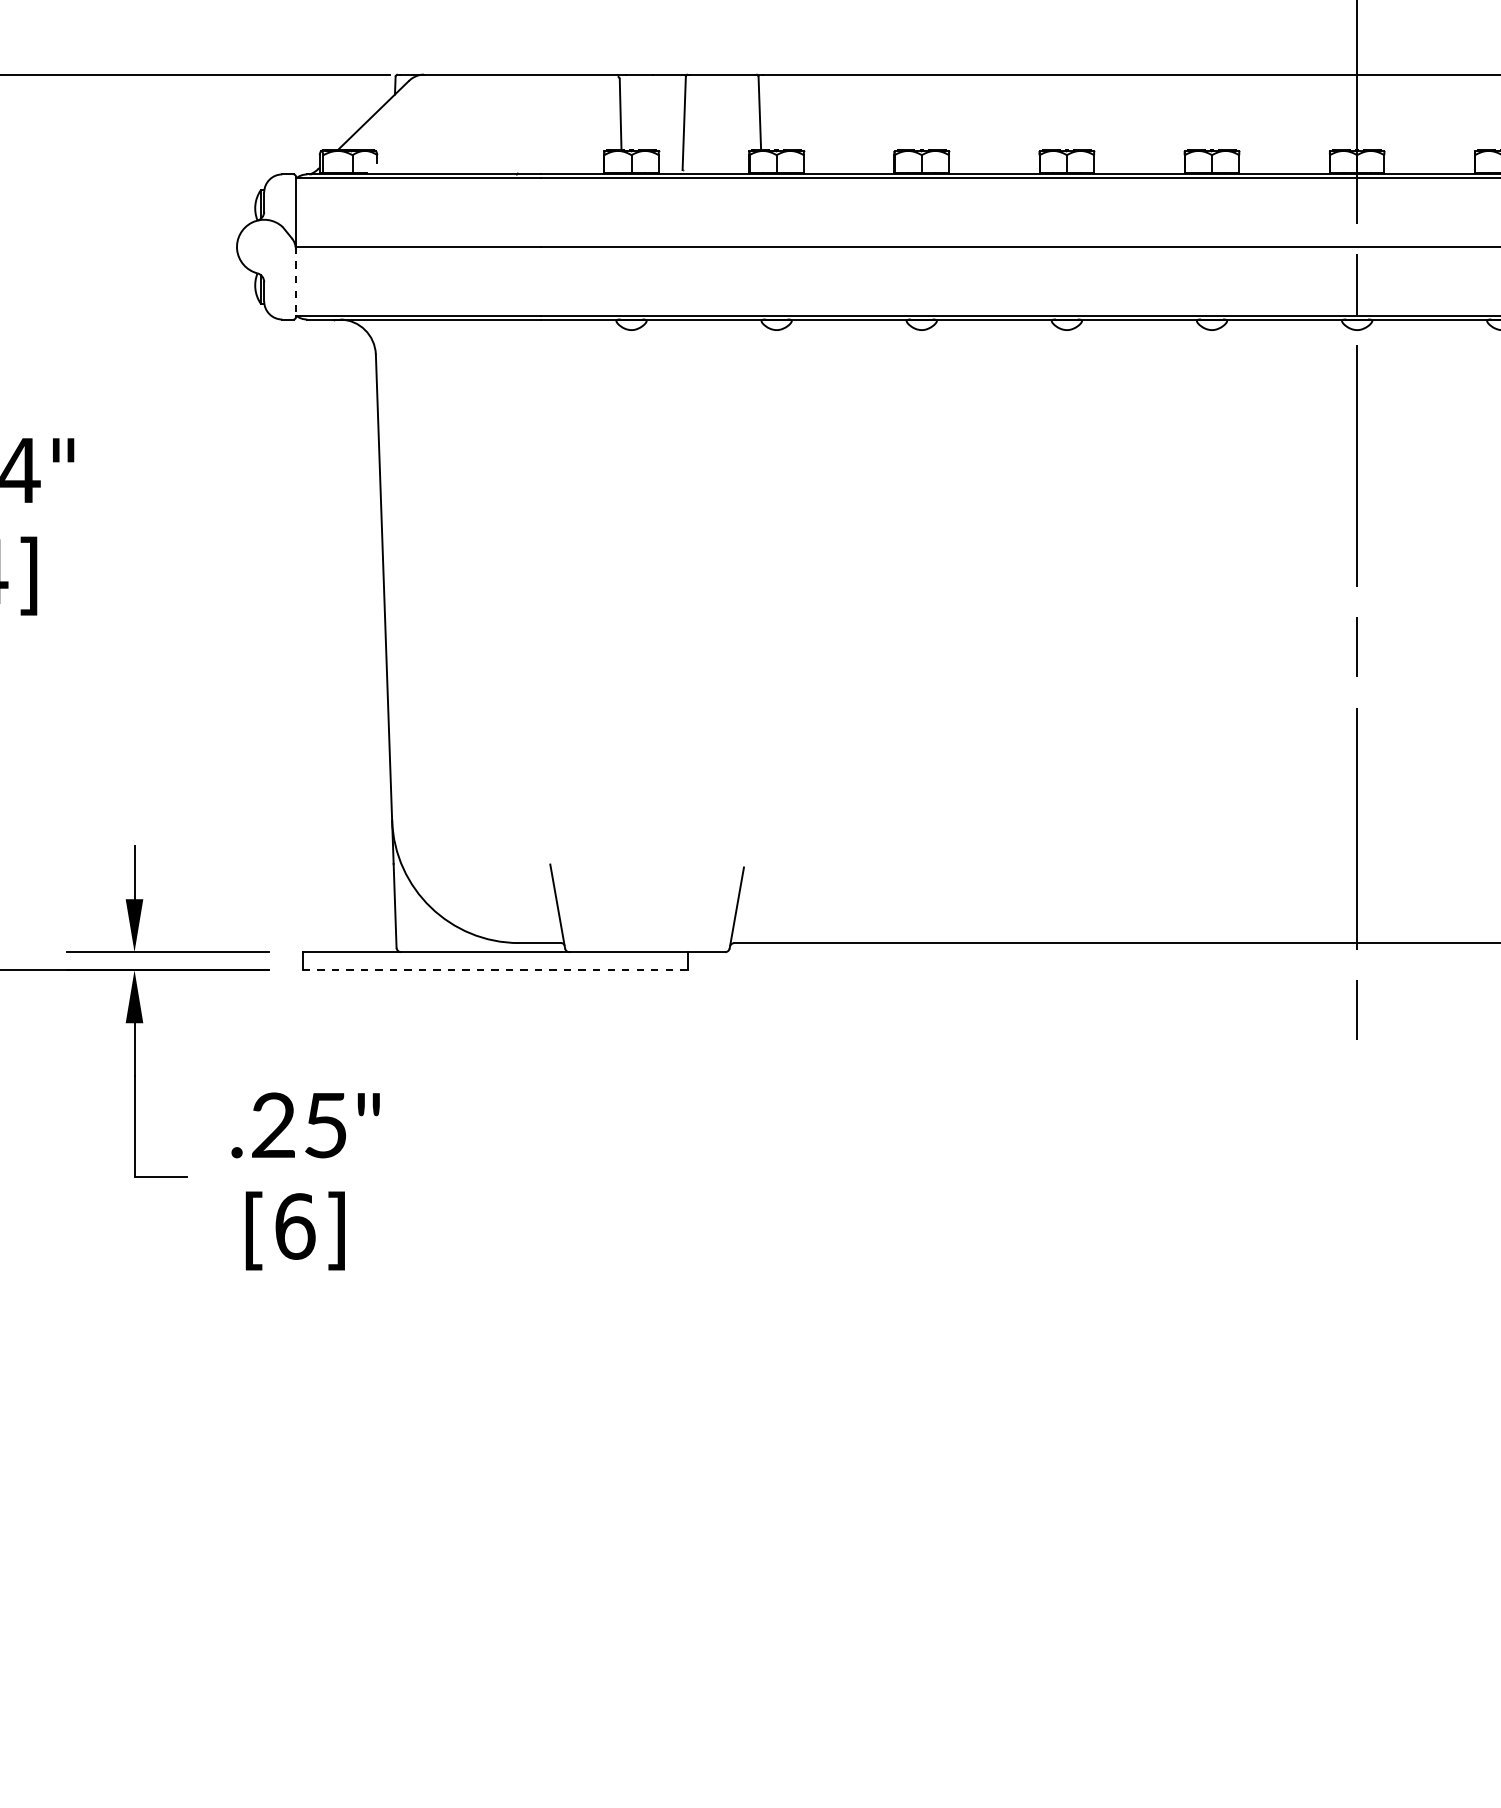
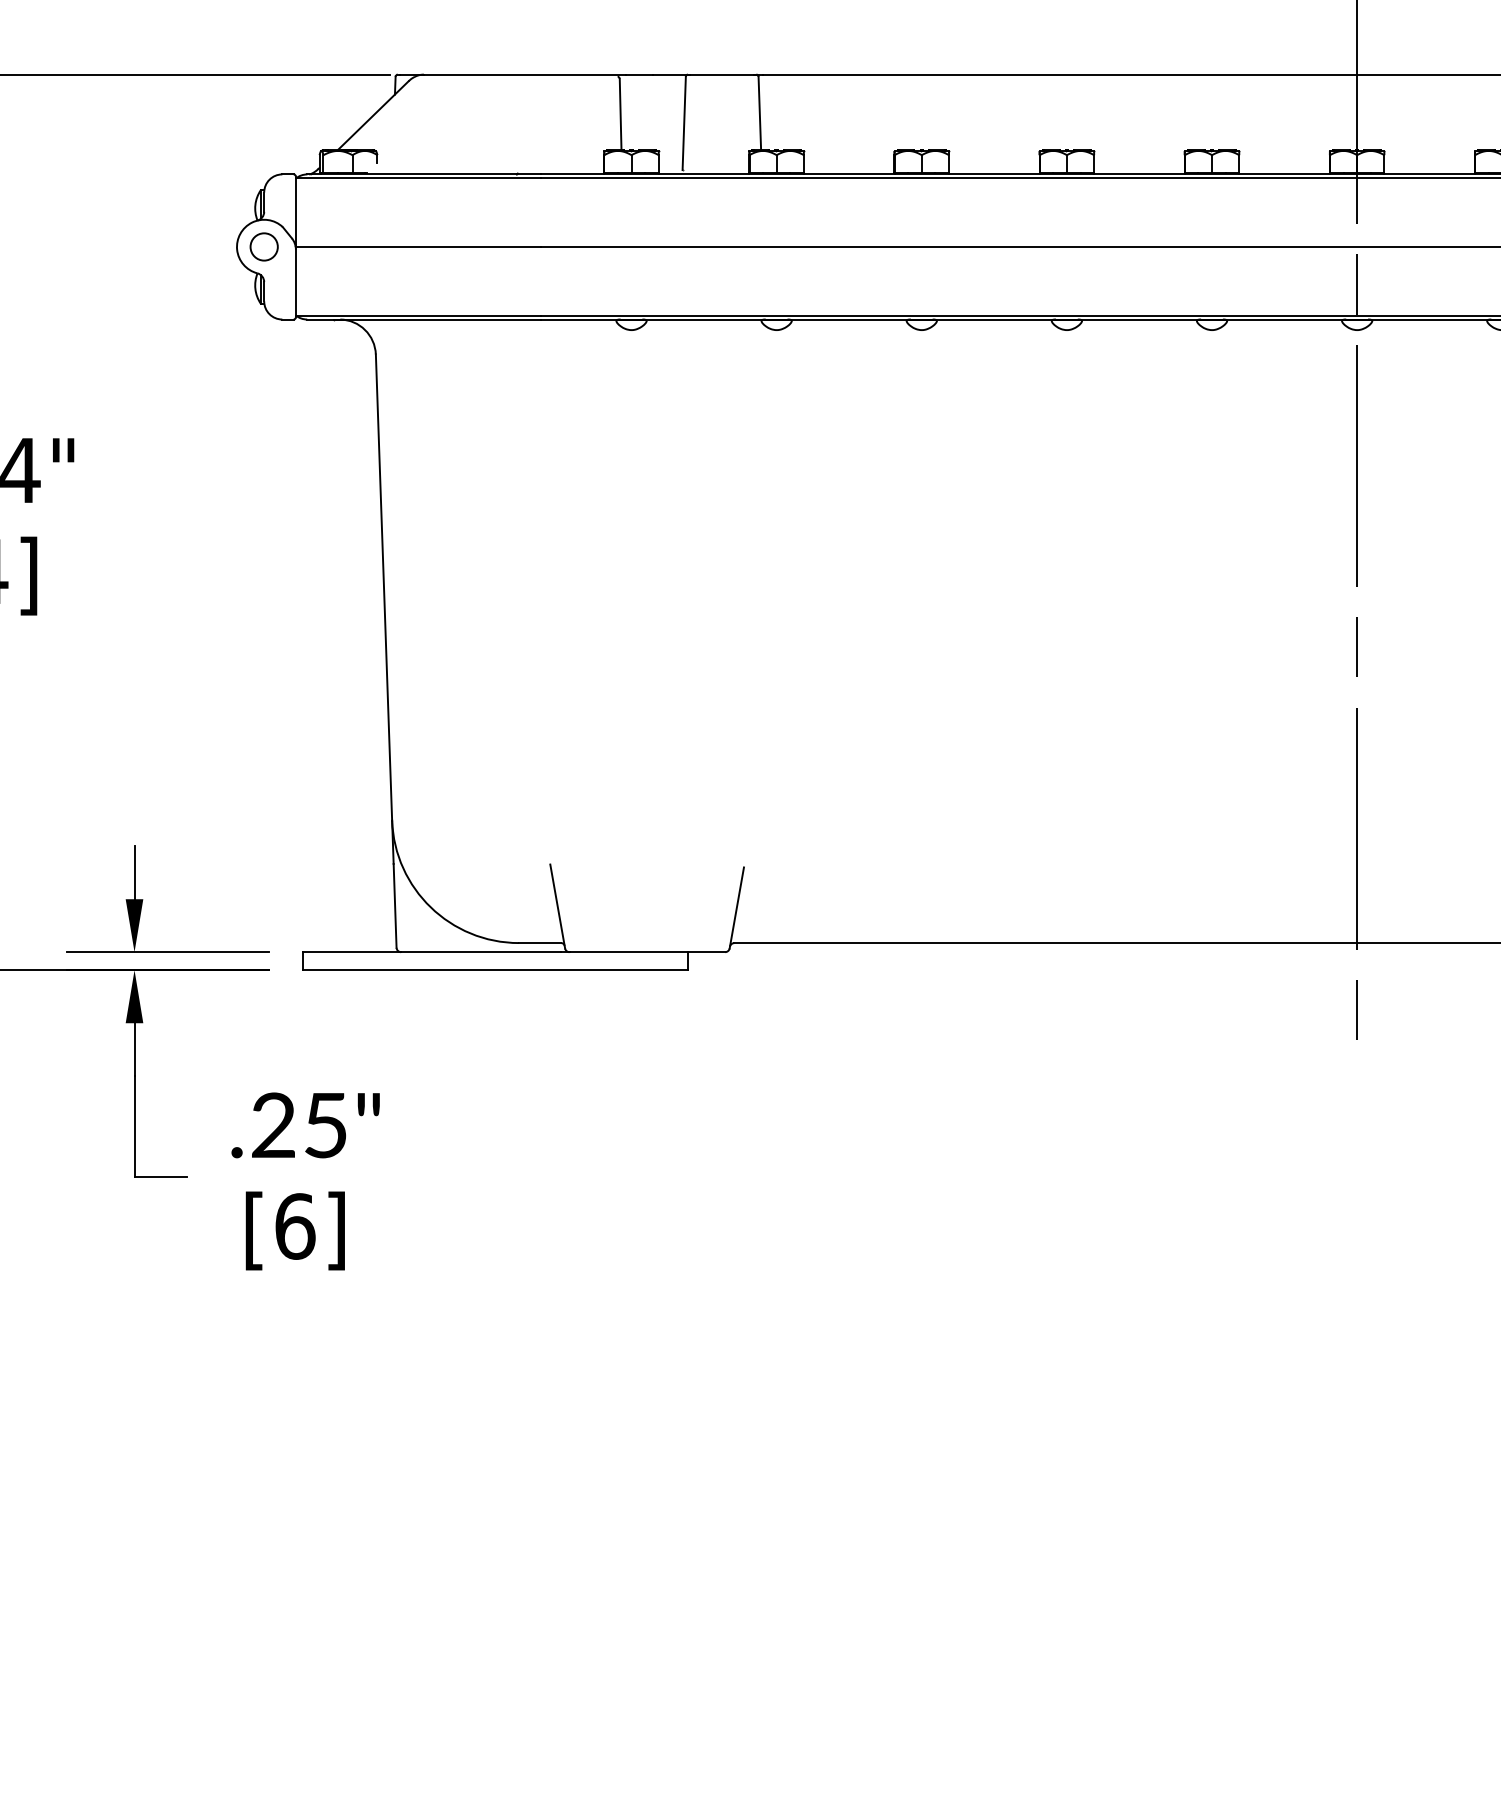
circle at (263, 246): none -> present
line at (295, 281): dashed -> solid
line at (495, 970): dashed -> solid
